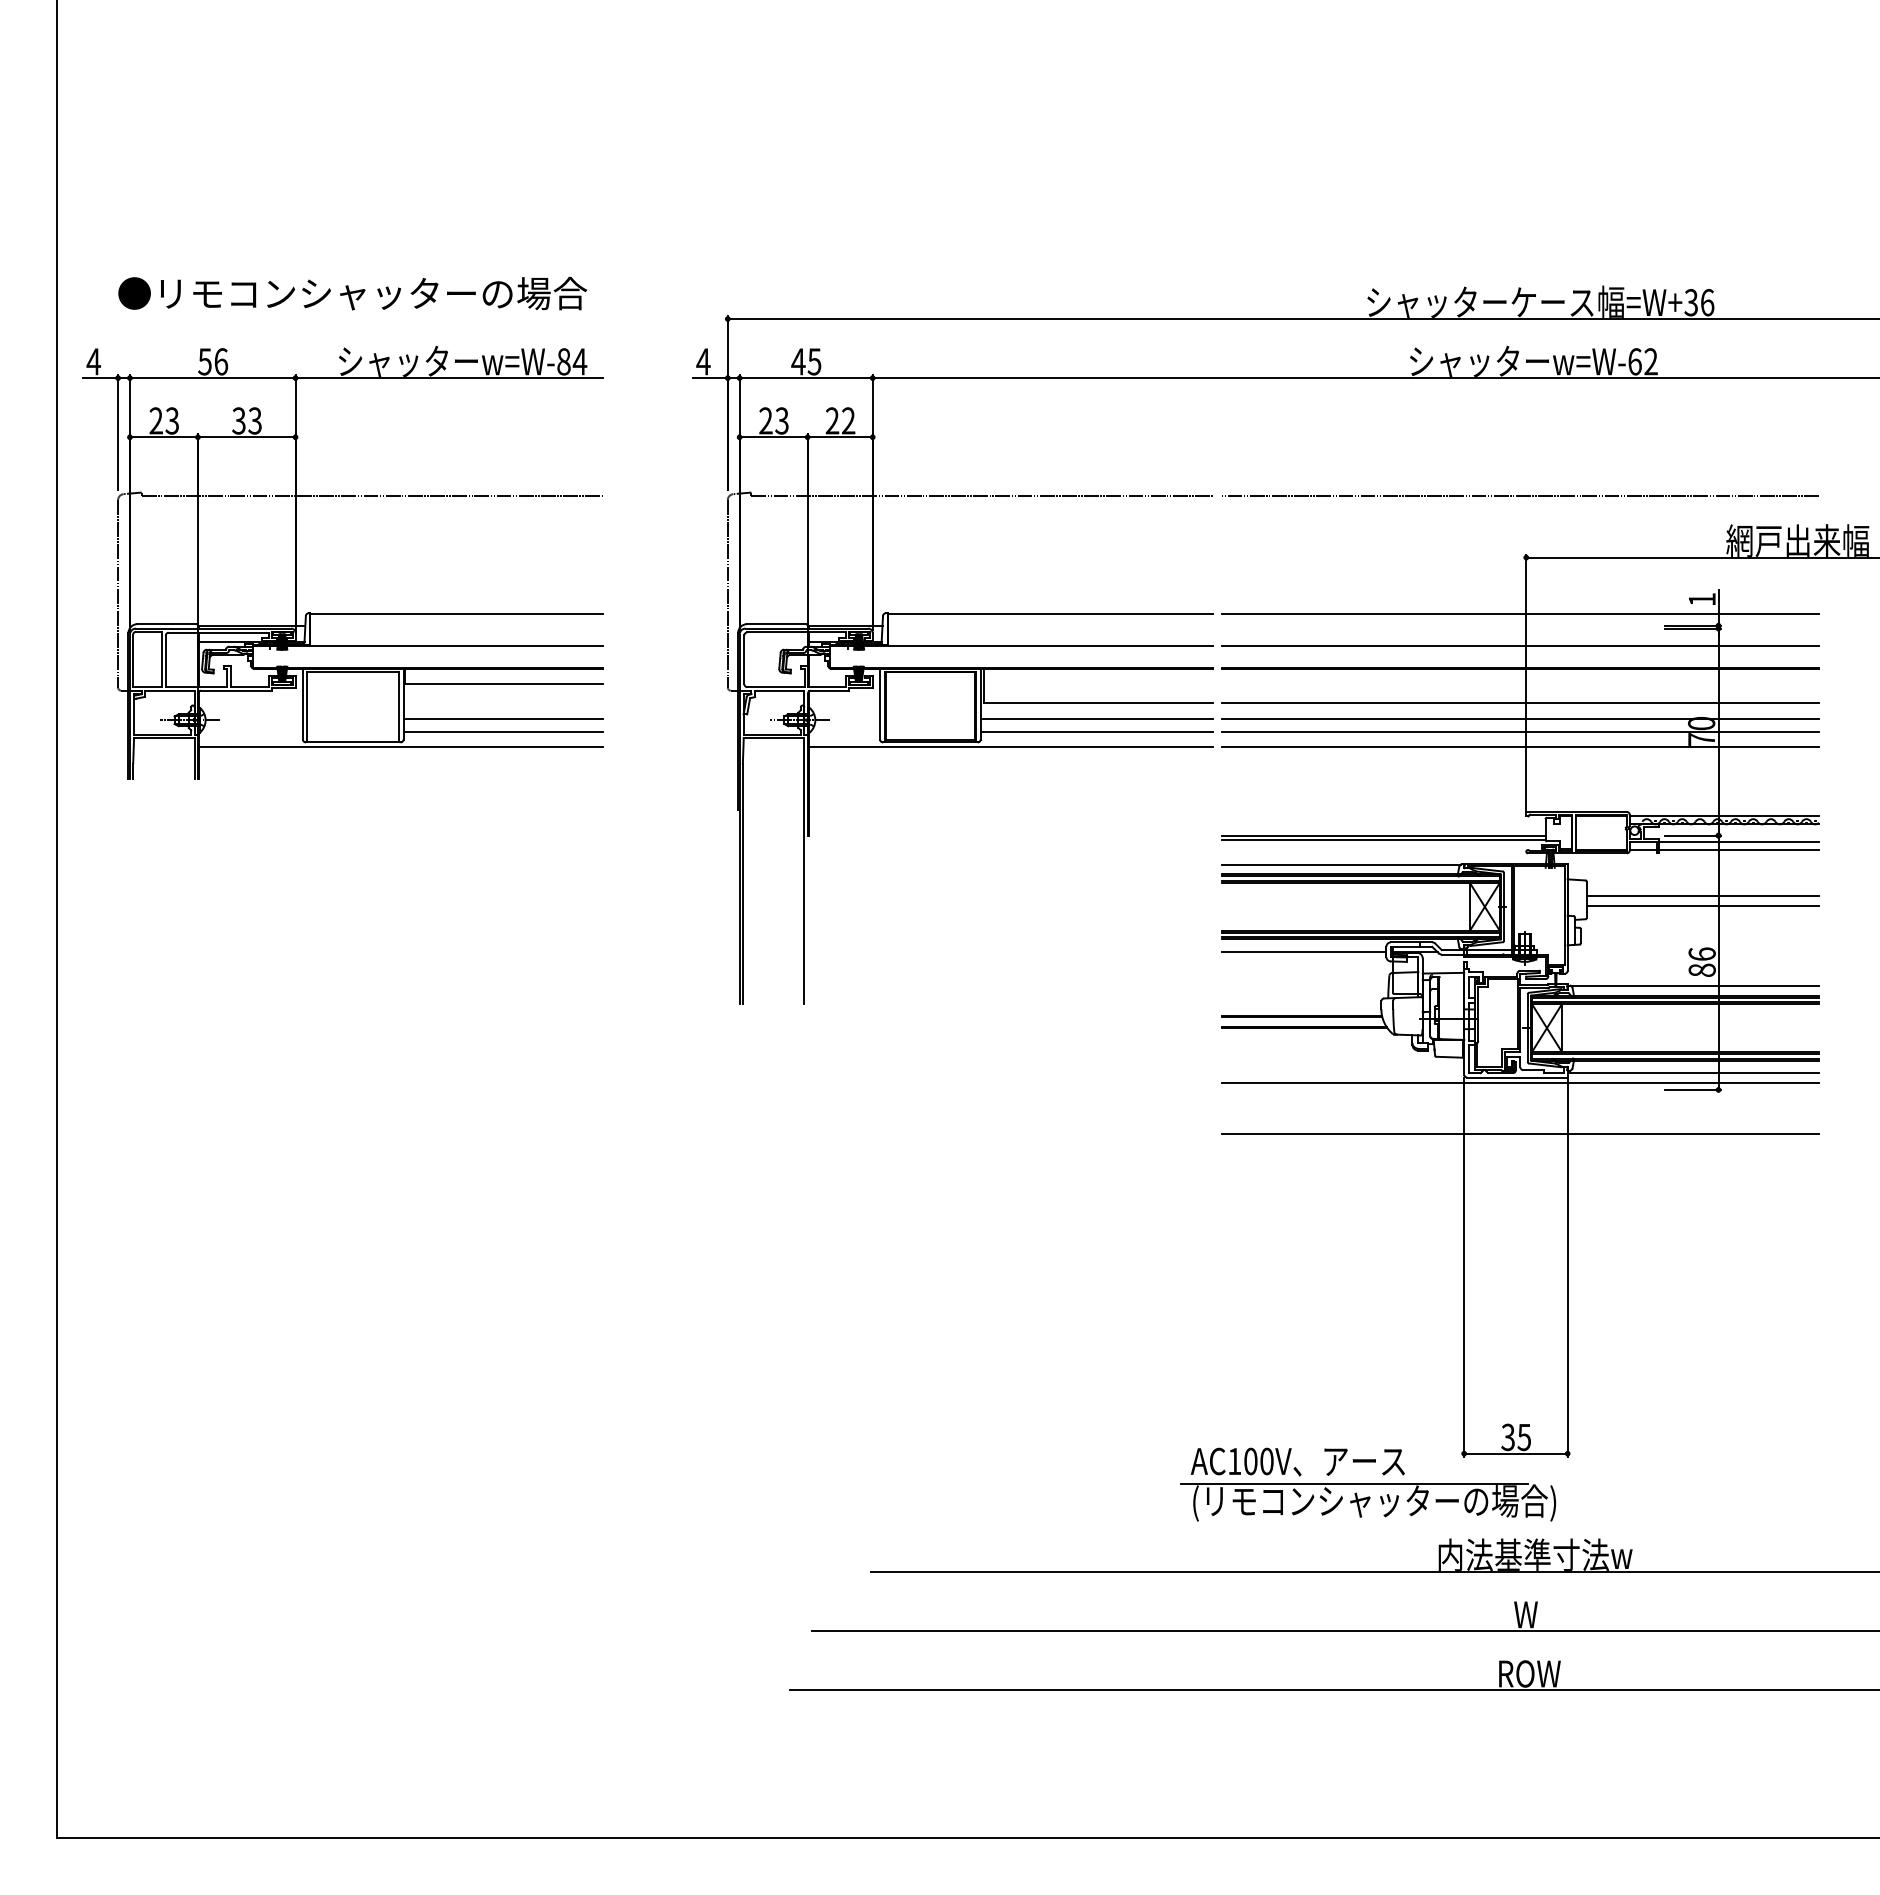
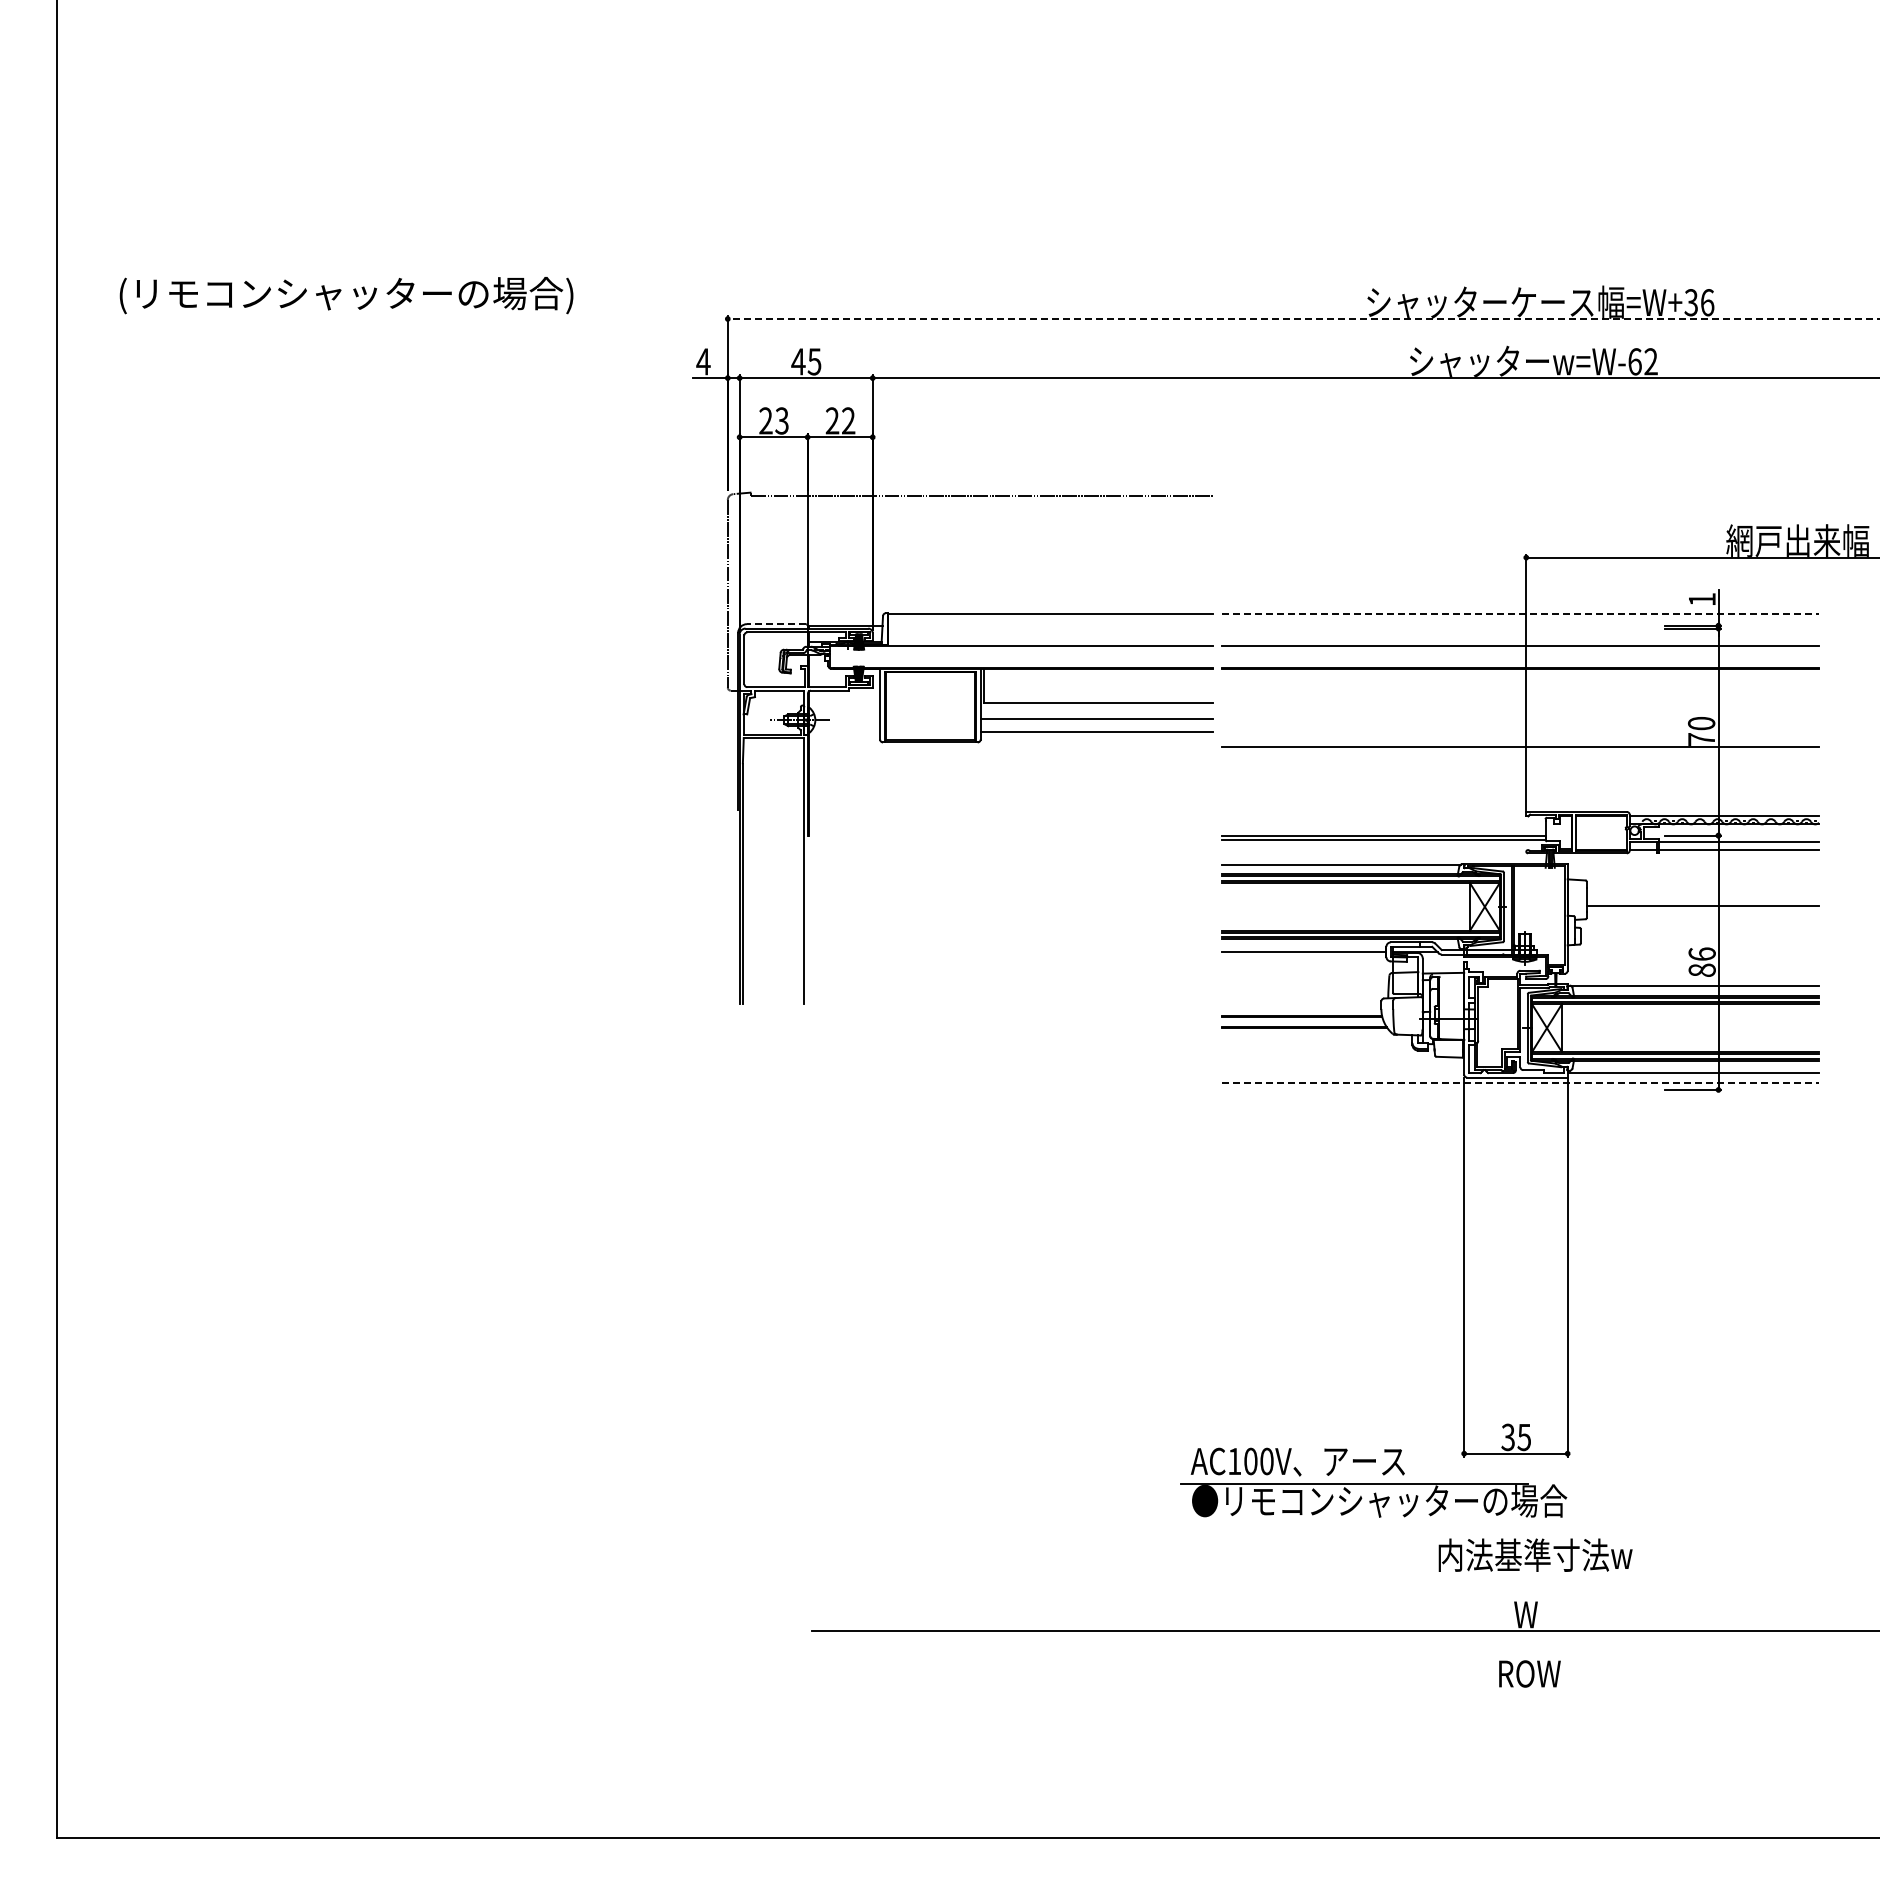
text at (352, 295): ●リモコンシャッターの場合 -> (リモコンシャッターの場合)
line at (1303, 318): solid -> dashed
line at (1520, 496): present -> none
part at (296, 562): present -> none
line at (1520, 614): solid -> dashed
line at (776, 624): solid -> dashed
line at (1520, 702): present -> none
line at (1520, 719): present -> none
line at (1520, 732): present -> none
line at (1010, 746): present -> none
line at (1702, 895): present -> none
line at (1520, 1082): solid -> dashed
line at (1520, 1134): present -> none
text at (1379, 1502): (リモコンシャッターの場合) -> ●リモコンシャッターの場合
line at (1373, 1571): present -> none
line at (1332, 1690): present -> none
